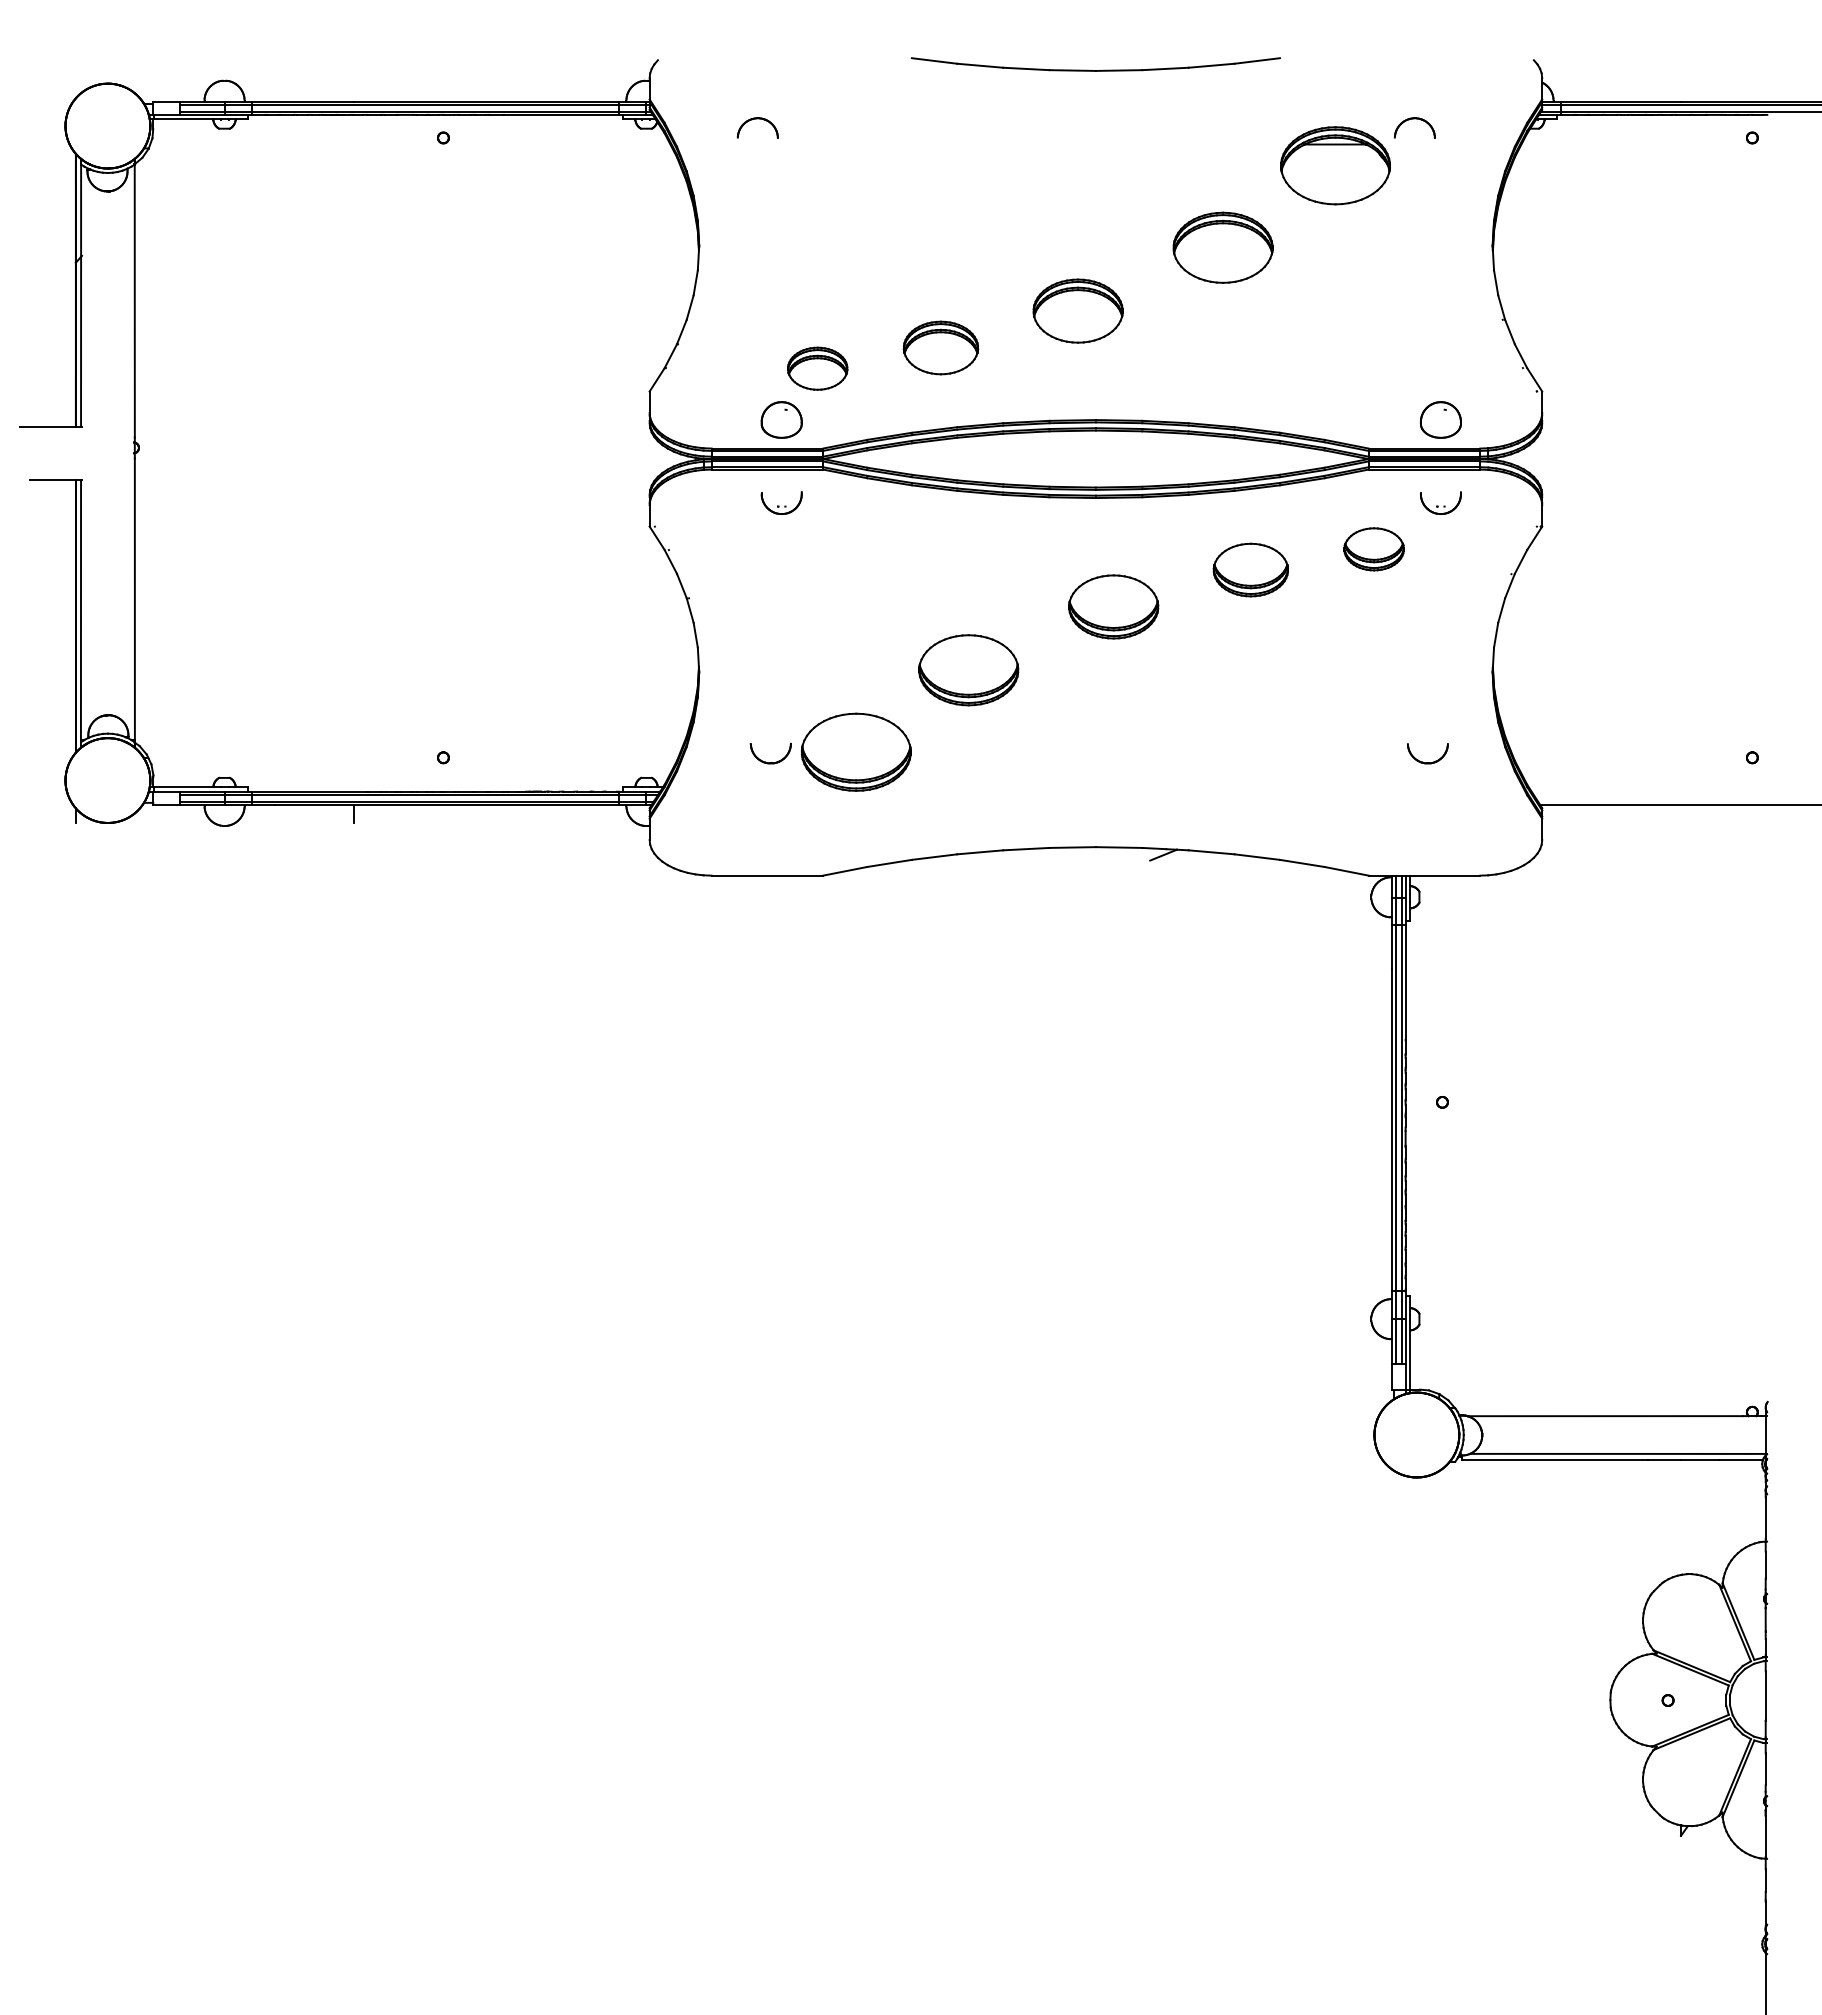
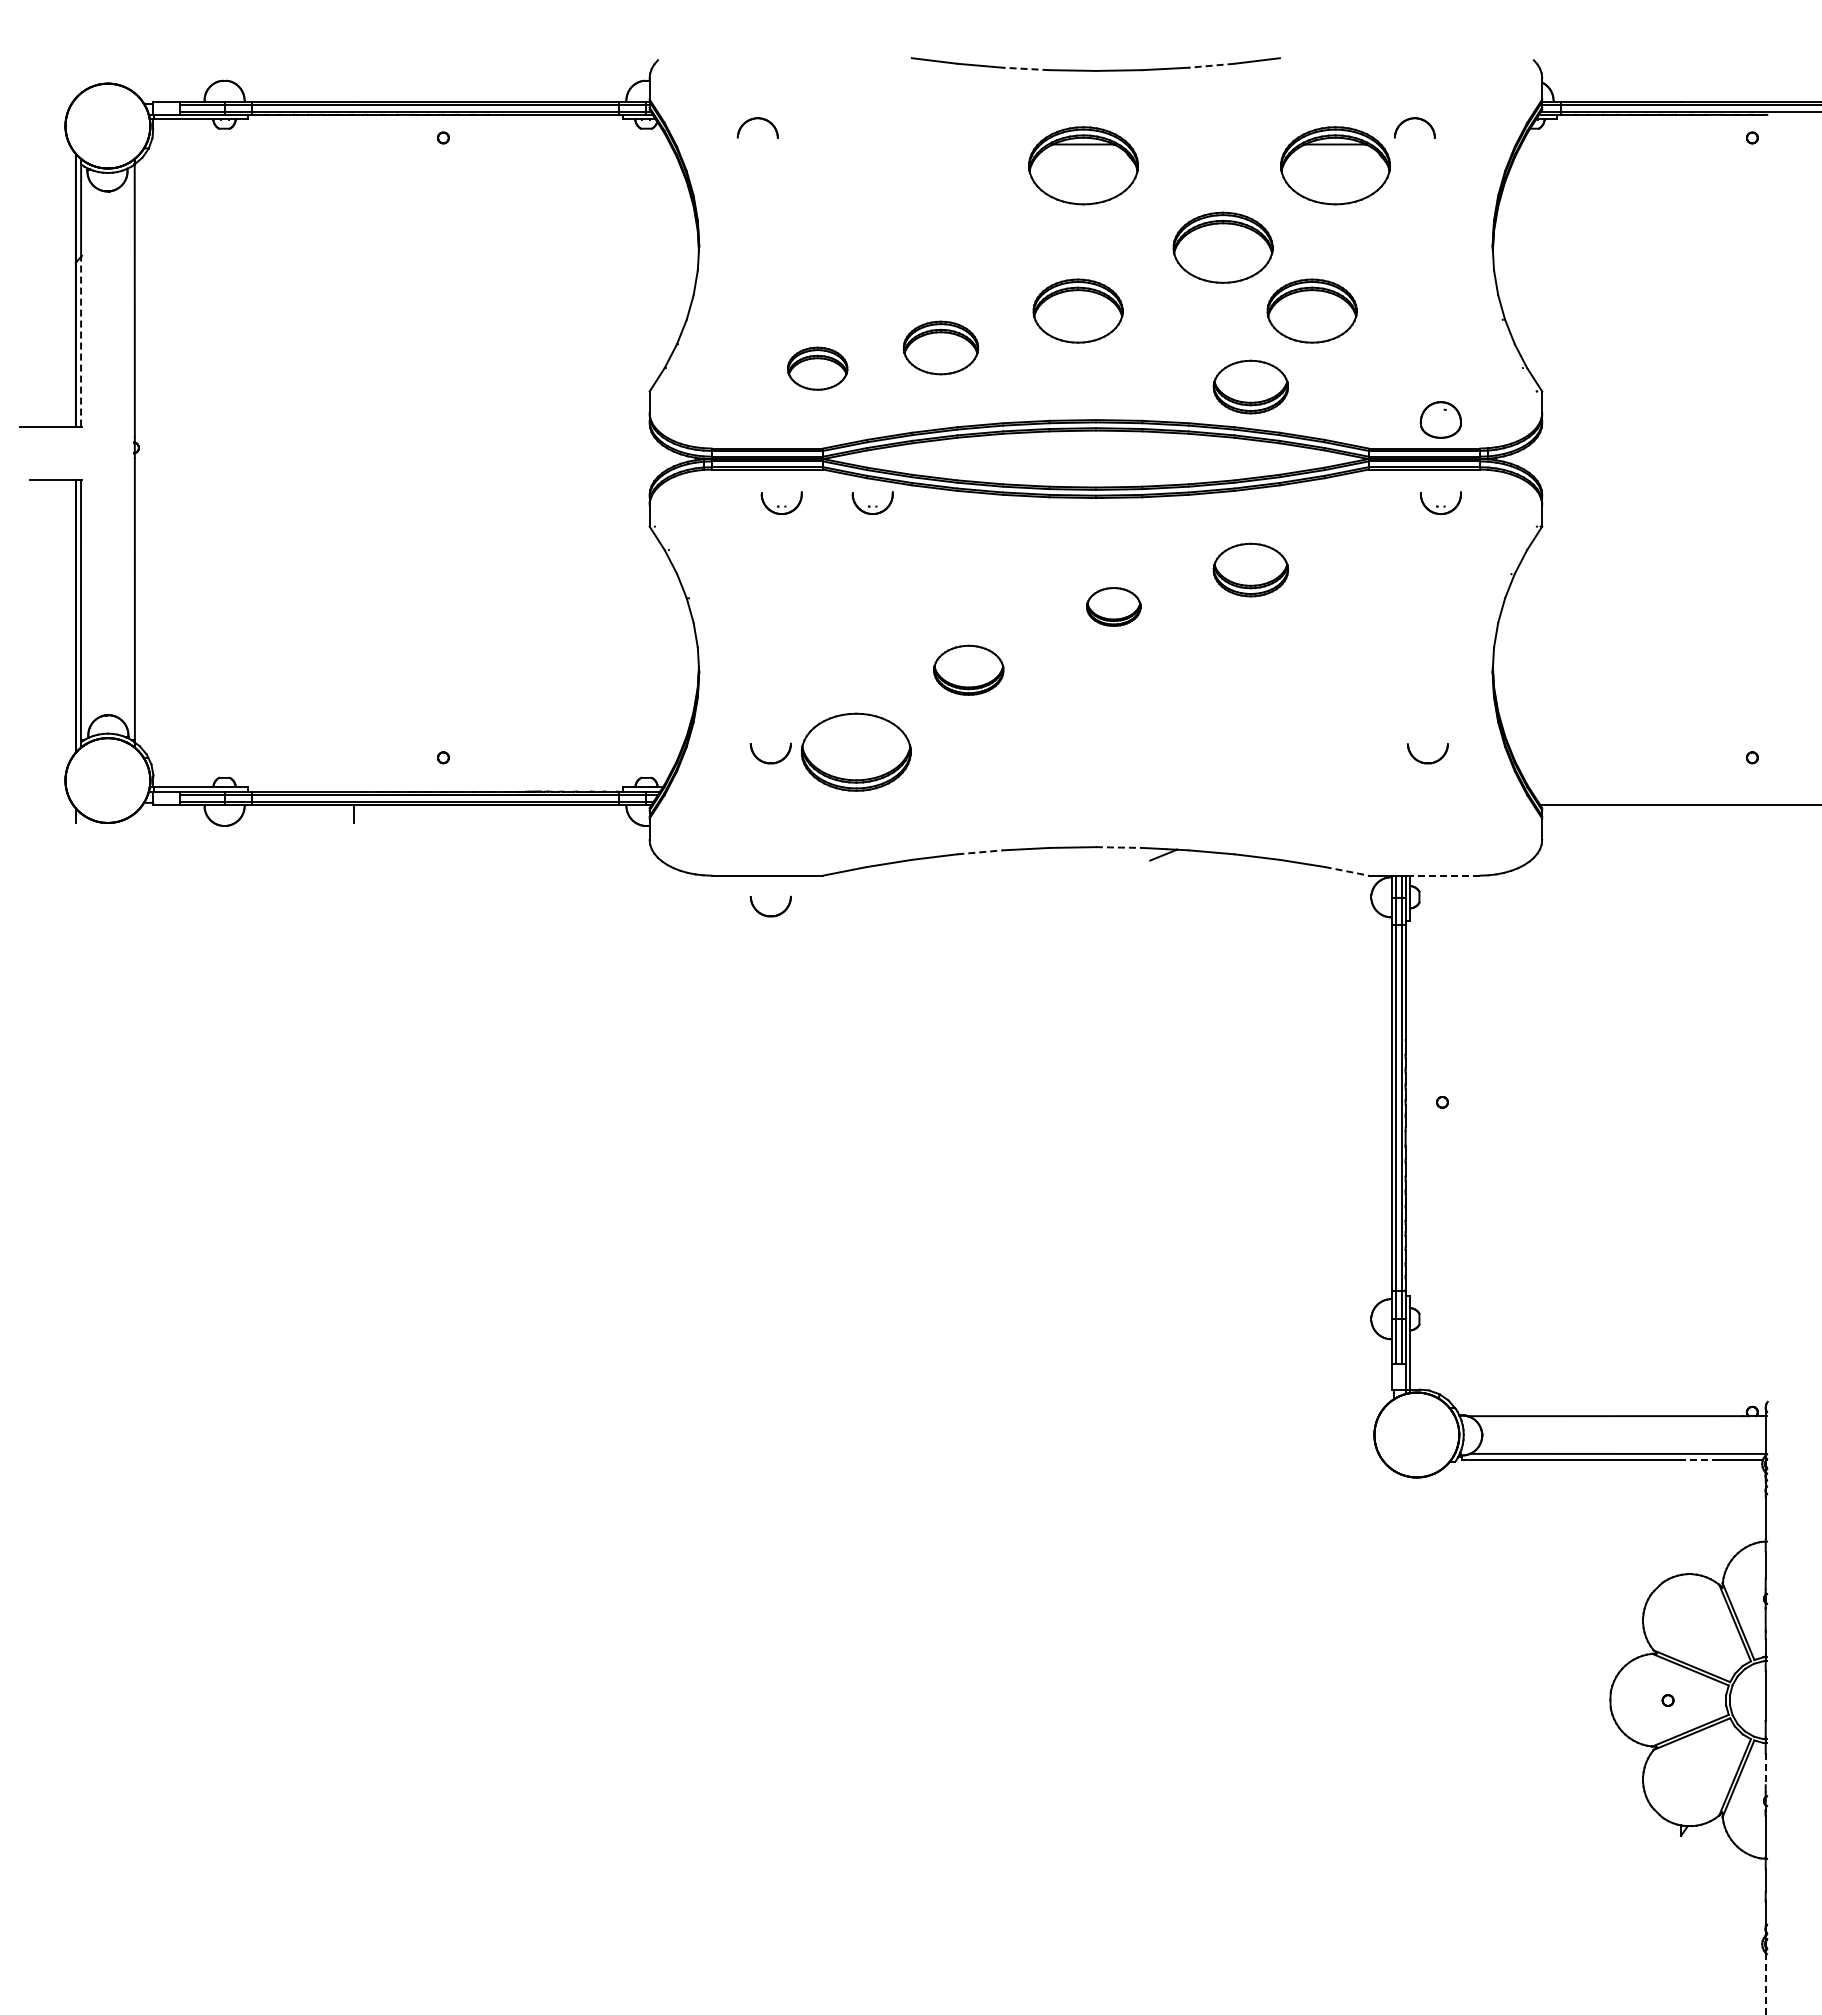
line at (1211, 65): solid -> dashed
line at (1025, 68): solid -> dashed
part at (1083, 165): none -> present
part at (1311, 310): none -> present
line at (81, 341): solid -> dashed
part at (1250, 386): none -> present
part at (781, 419): present -> none
part at (872, 502): none -> present
part at (1373, 549): present -> none
part at (1113, 606) size: 92x66 px -> 56x40 px
part at (968, 670) size: 102x73 px -> 72x52 px
line at (1119, 847): solid -> dashed
line at (980, 852): solid -> dashed
line at (1347, 871): solid -> dashed
line at (1444, 875): solid -> dashed
part at (770, 915): none -> present
line at (1699, 1459): solid -> dashed
line at (1765, 1769): solid -> dashed
line at (1765, 1983): solid -> dashed
